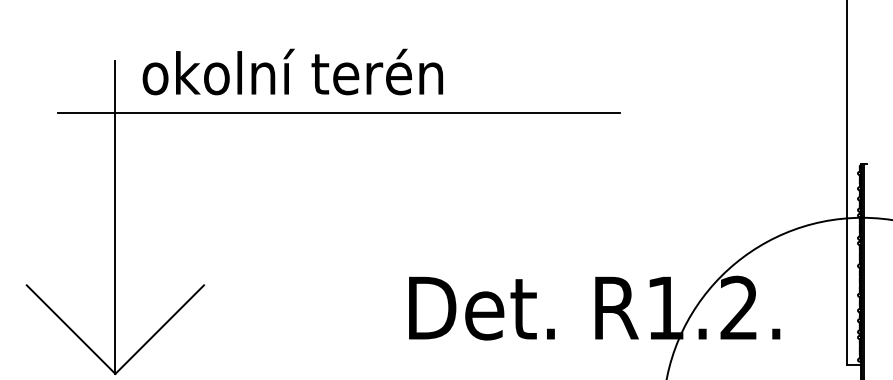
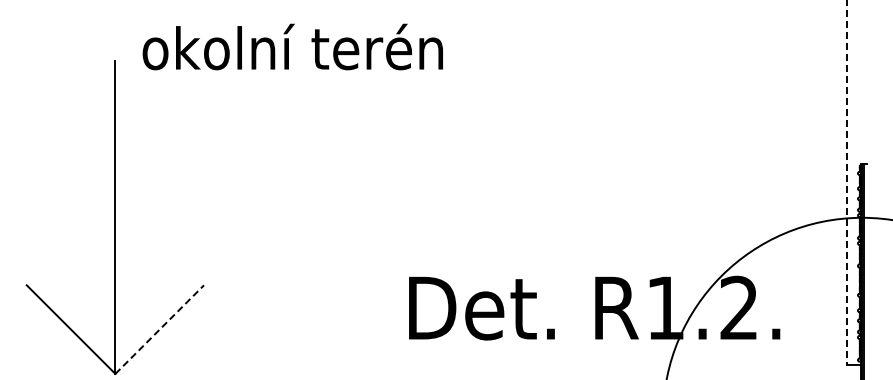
text at (292, 71) position: (292, 71) -> (292, 46)
line at (338, 113): present -> none
line at (846, 183): solid -> dashed
line at (159, 329): solid -> dashed
